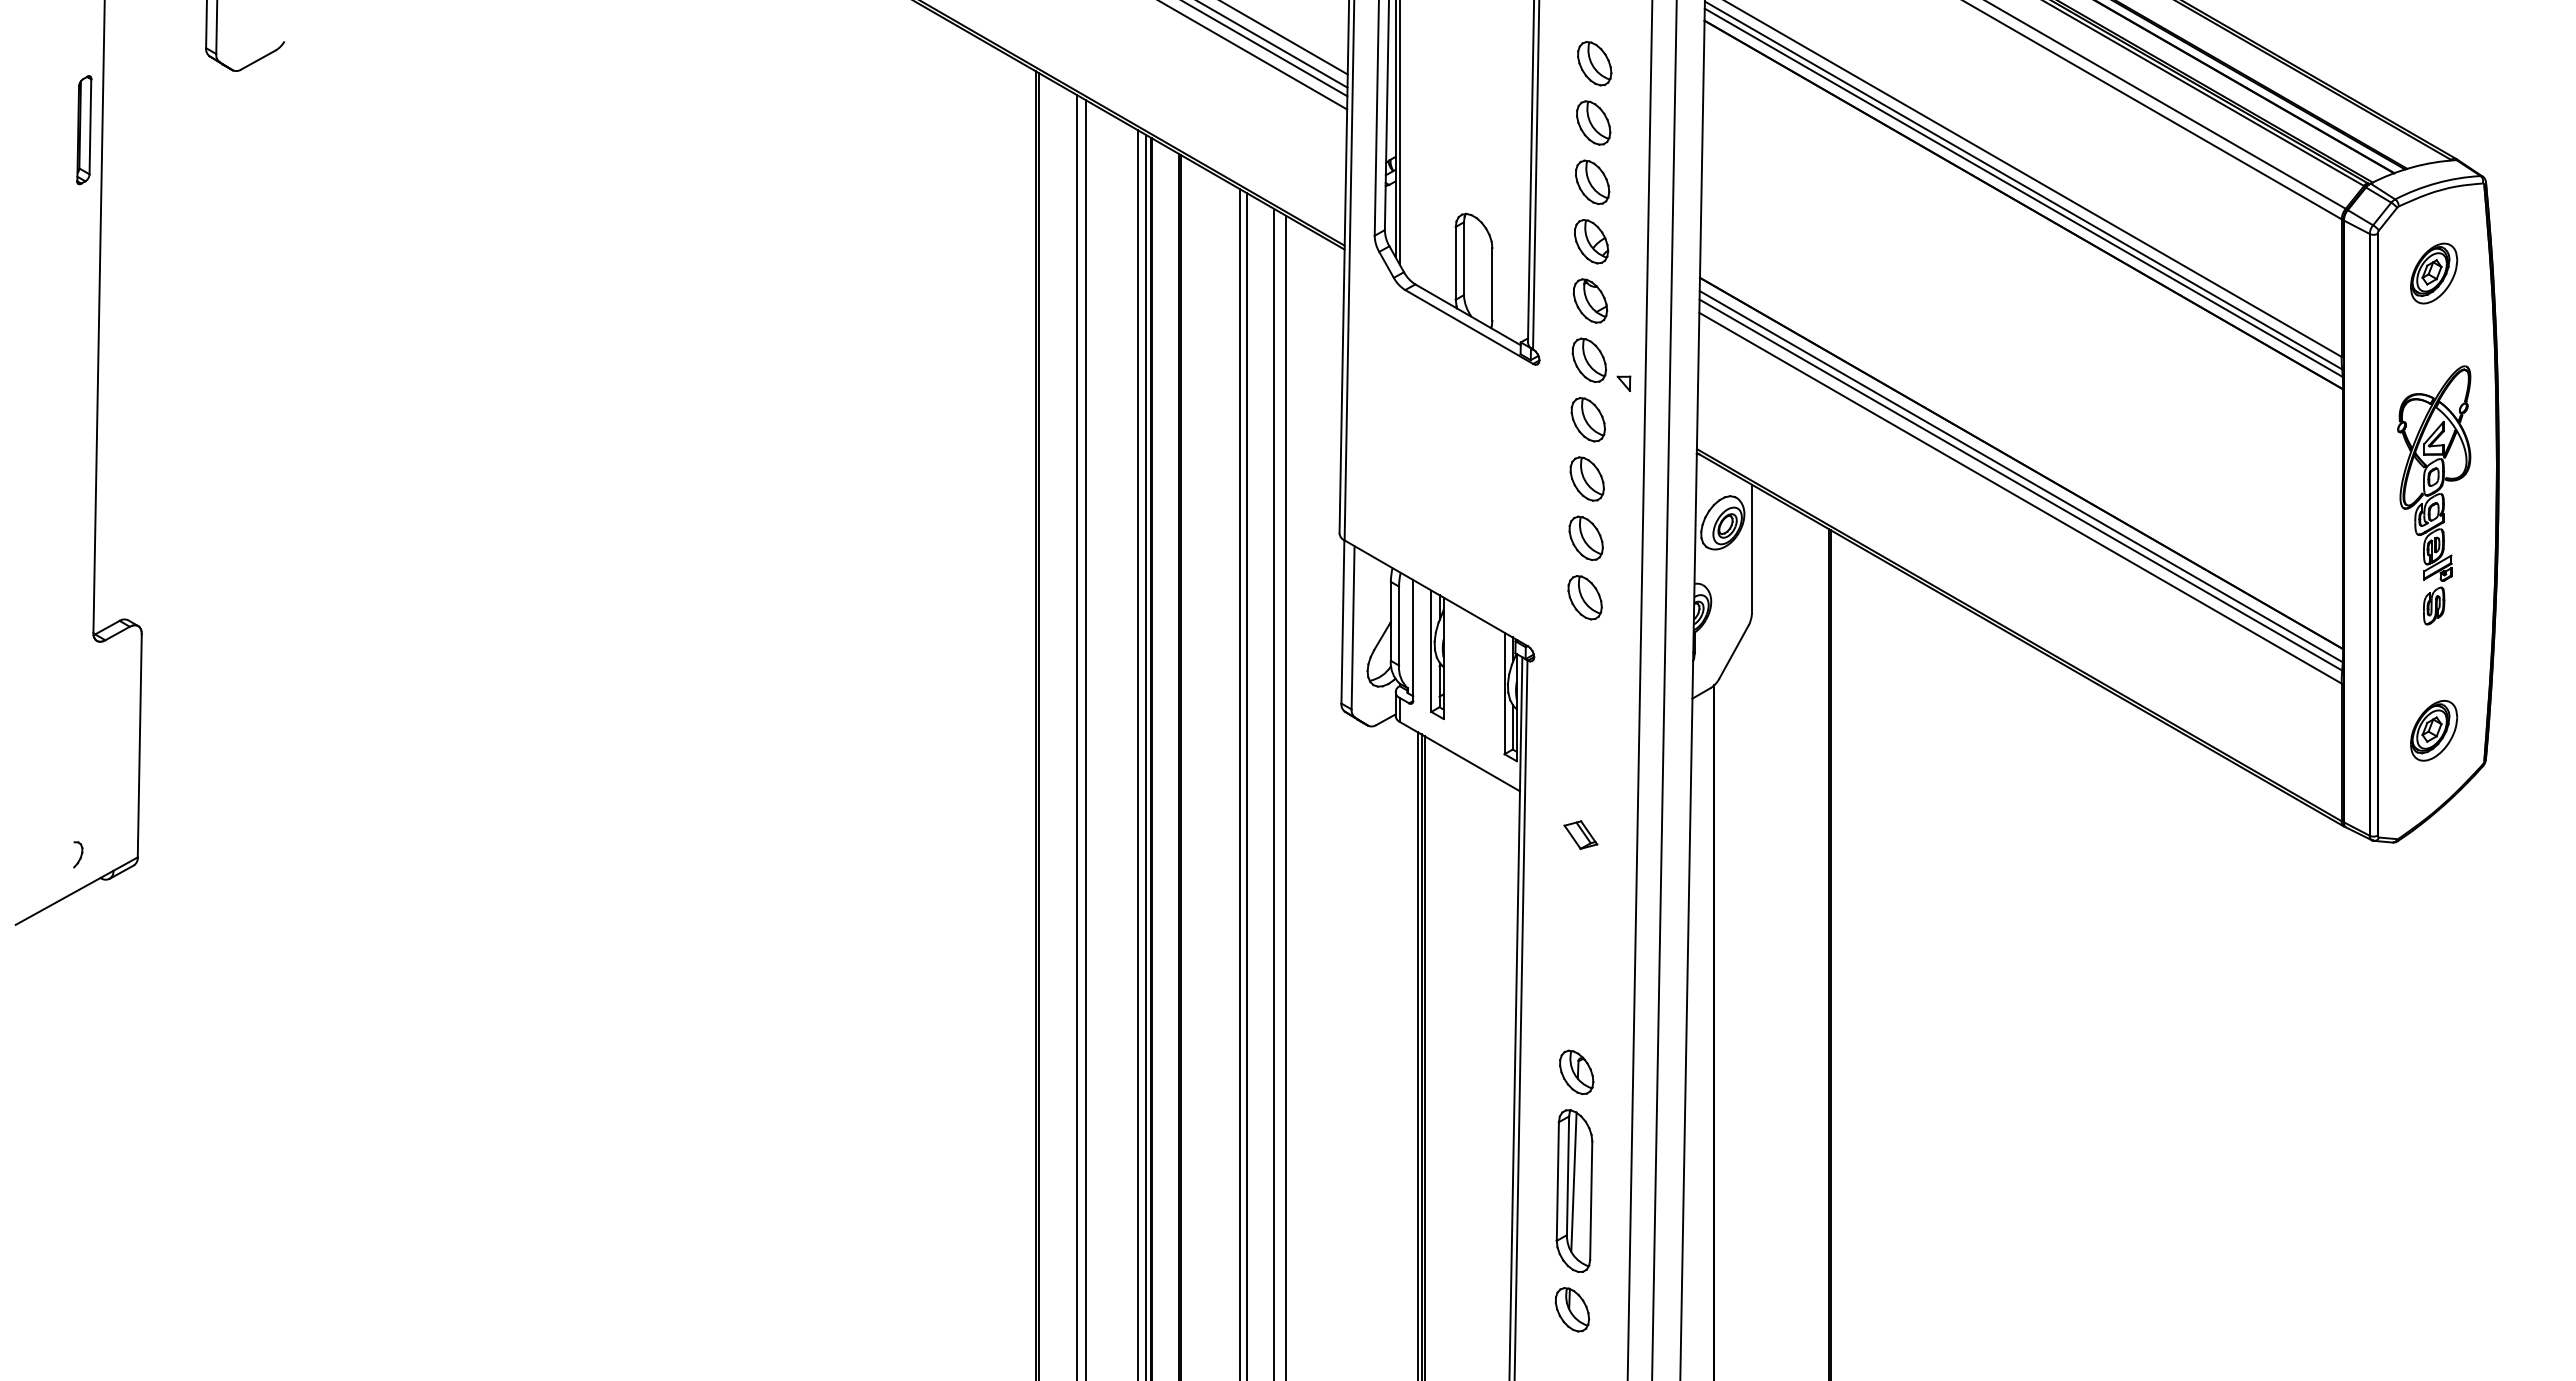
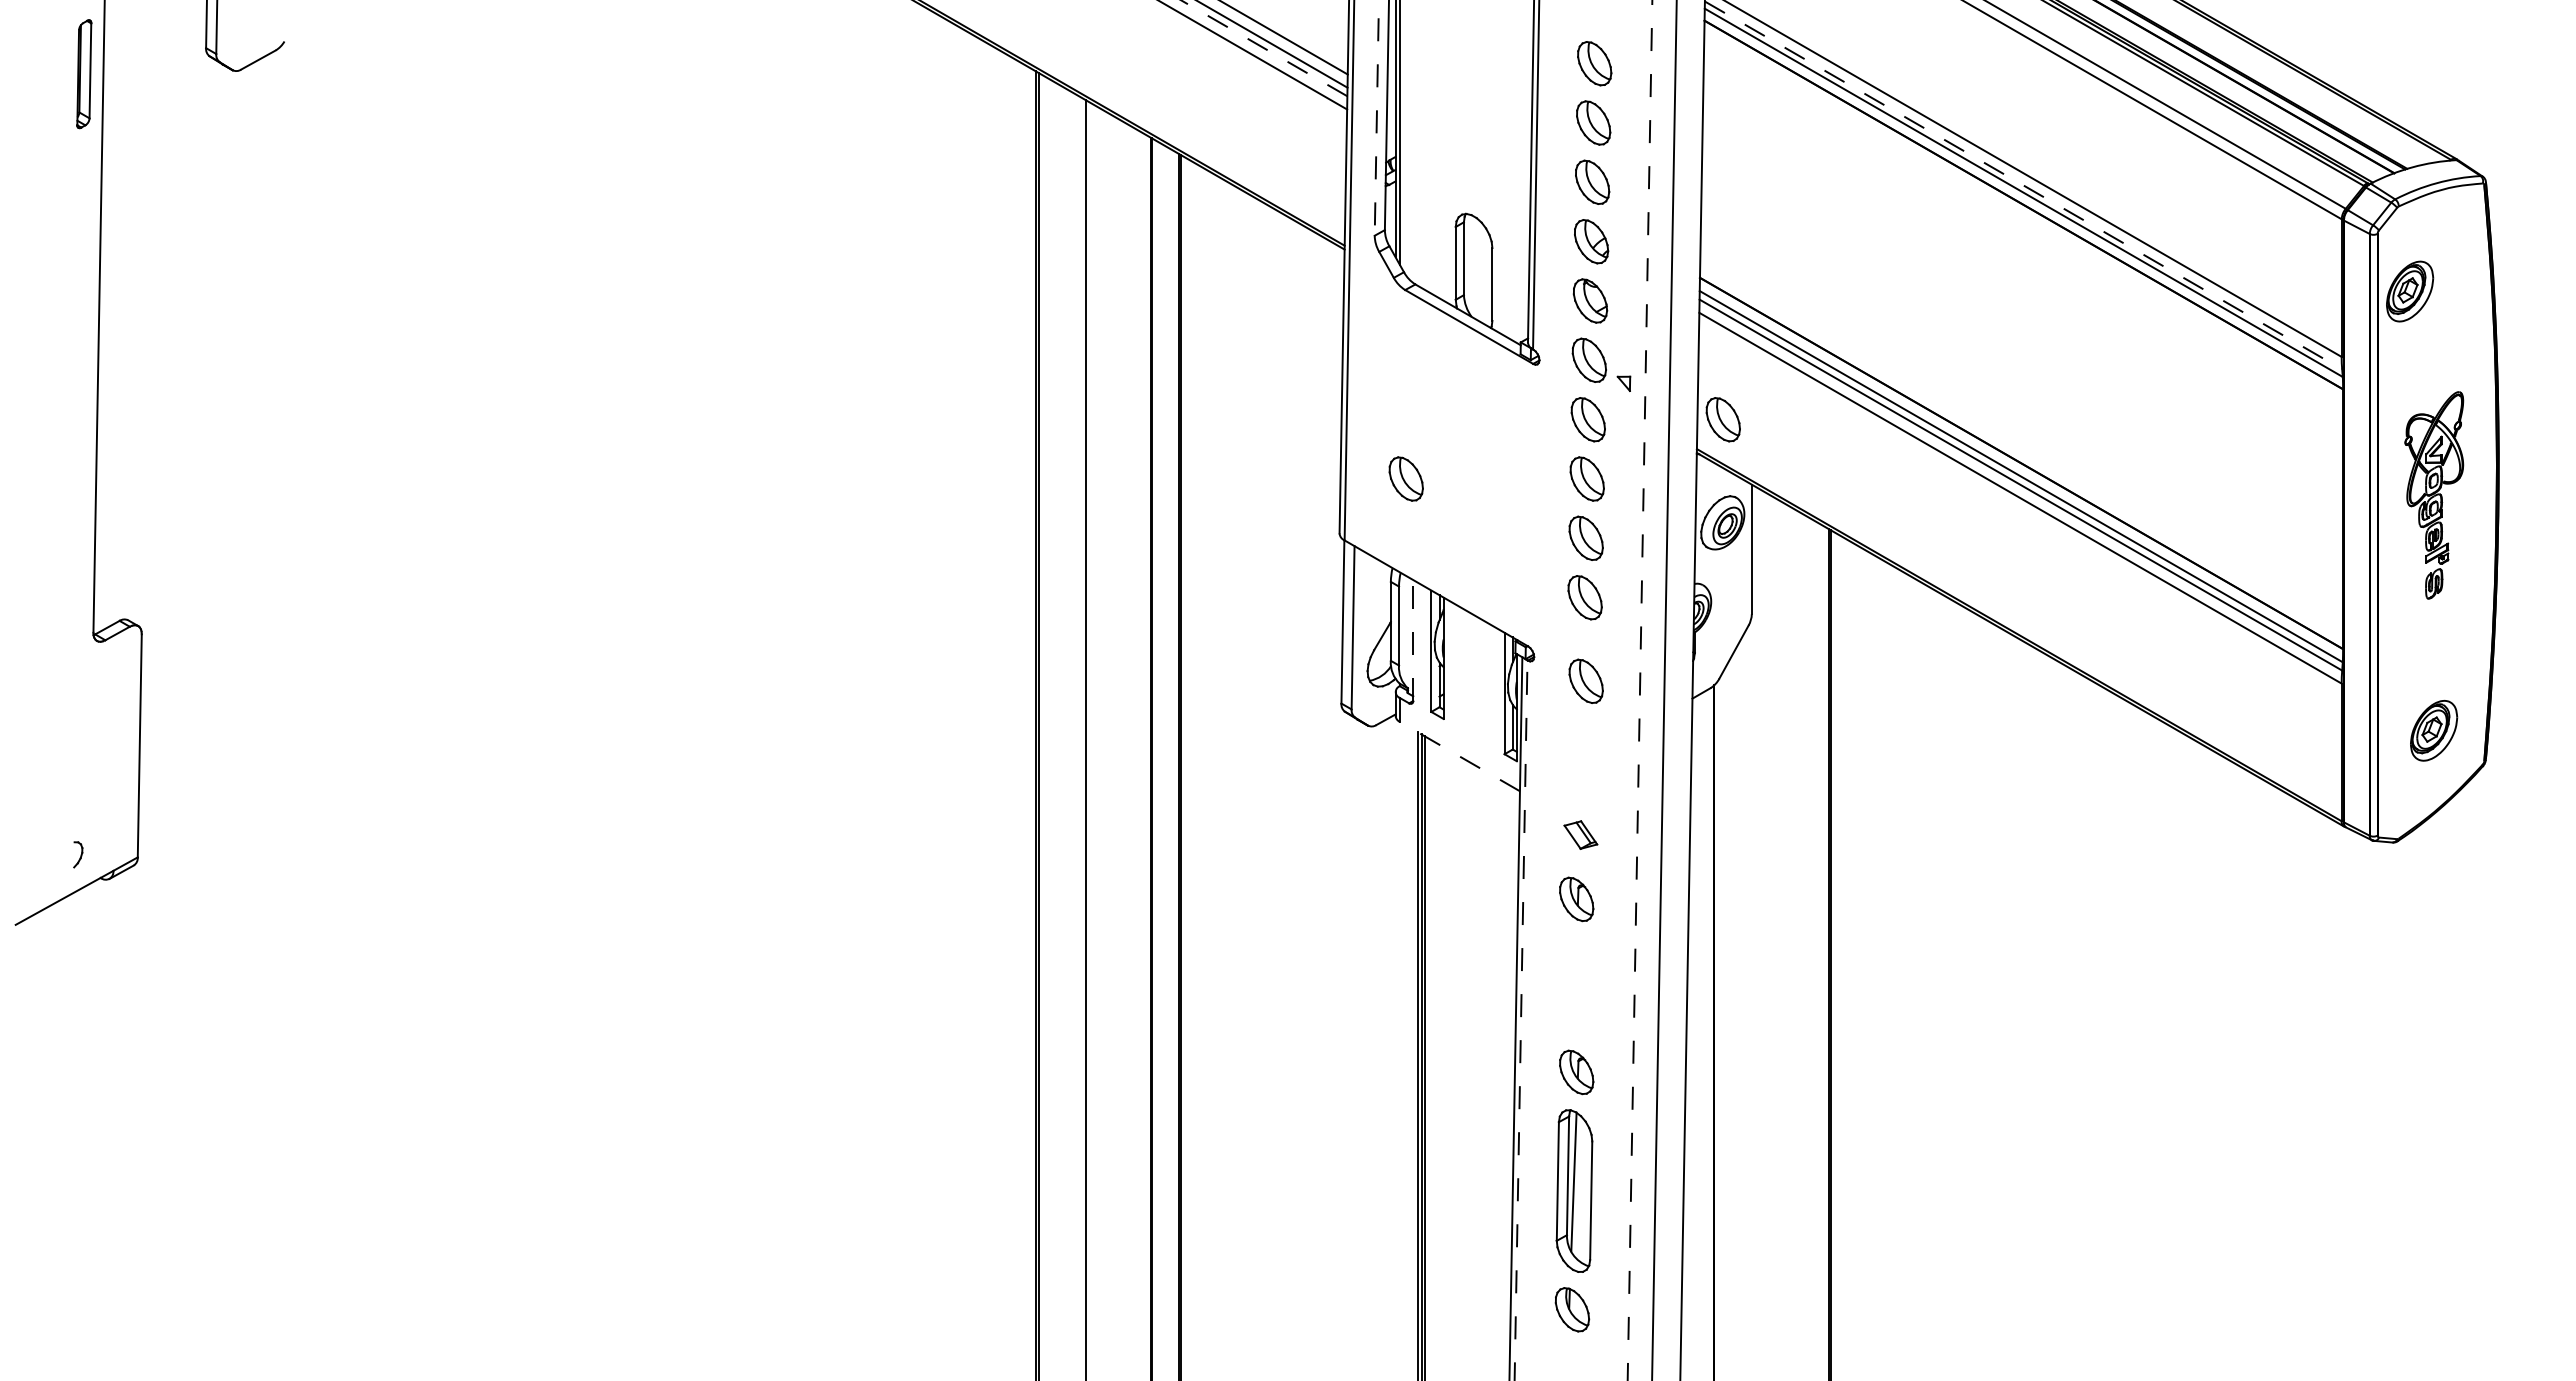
line at (1264, 48): solid -> dashed
line at (1376, 118): solid -> dashed
part at (84, 130) position: (84, 130) -> (84, 74)
line at (2023, 185): solid -> dashed
part at (2434, 273) position: (2434, 273) -> (2410, 291)
part at (1722, 419): none -> present
part at (1405, 478): none -> present
part at (2434, 495) size: 75x261 px -> 61x209 px
line at (1413, 640): solid -> dashed
part at (1585, 680): none -> present
line at (1640, 690): solid -> dashed
line at (1077, 736): present -> none
line at (1138, 753): present -> none
line at (1146, 756): present -> none
line at (1459, 756): solid -> dashed
line at (1239, 782): present -> none
line at (1247, 785): present -> none
line at (1274, 792): present -> none
line at (1286, 796): present -> none
part at (1576, 899): none -> present
line at (1521, 1020): solid -> dashed
